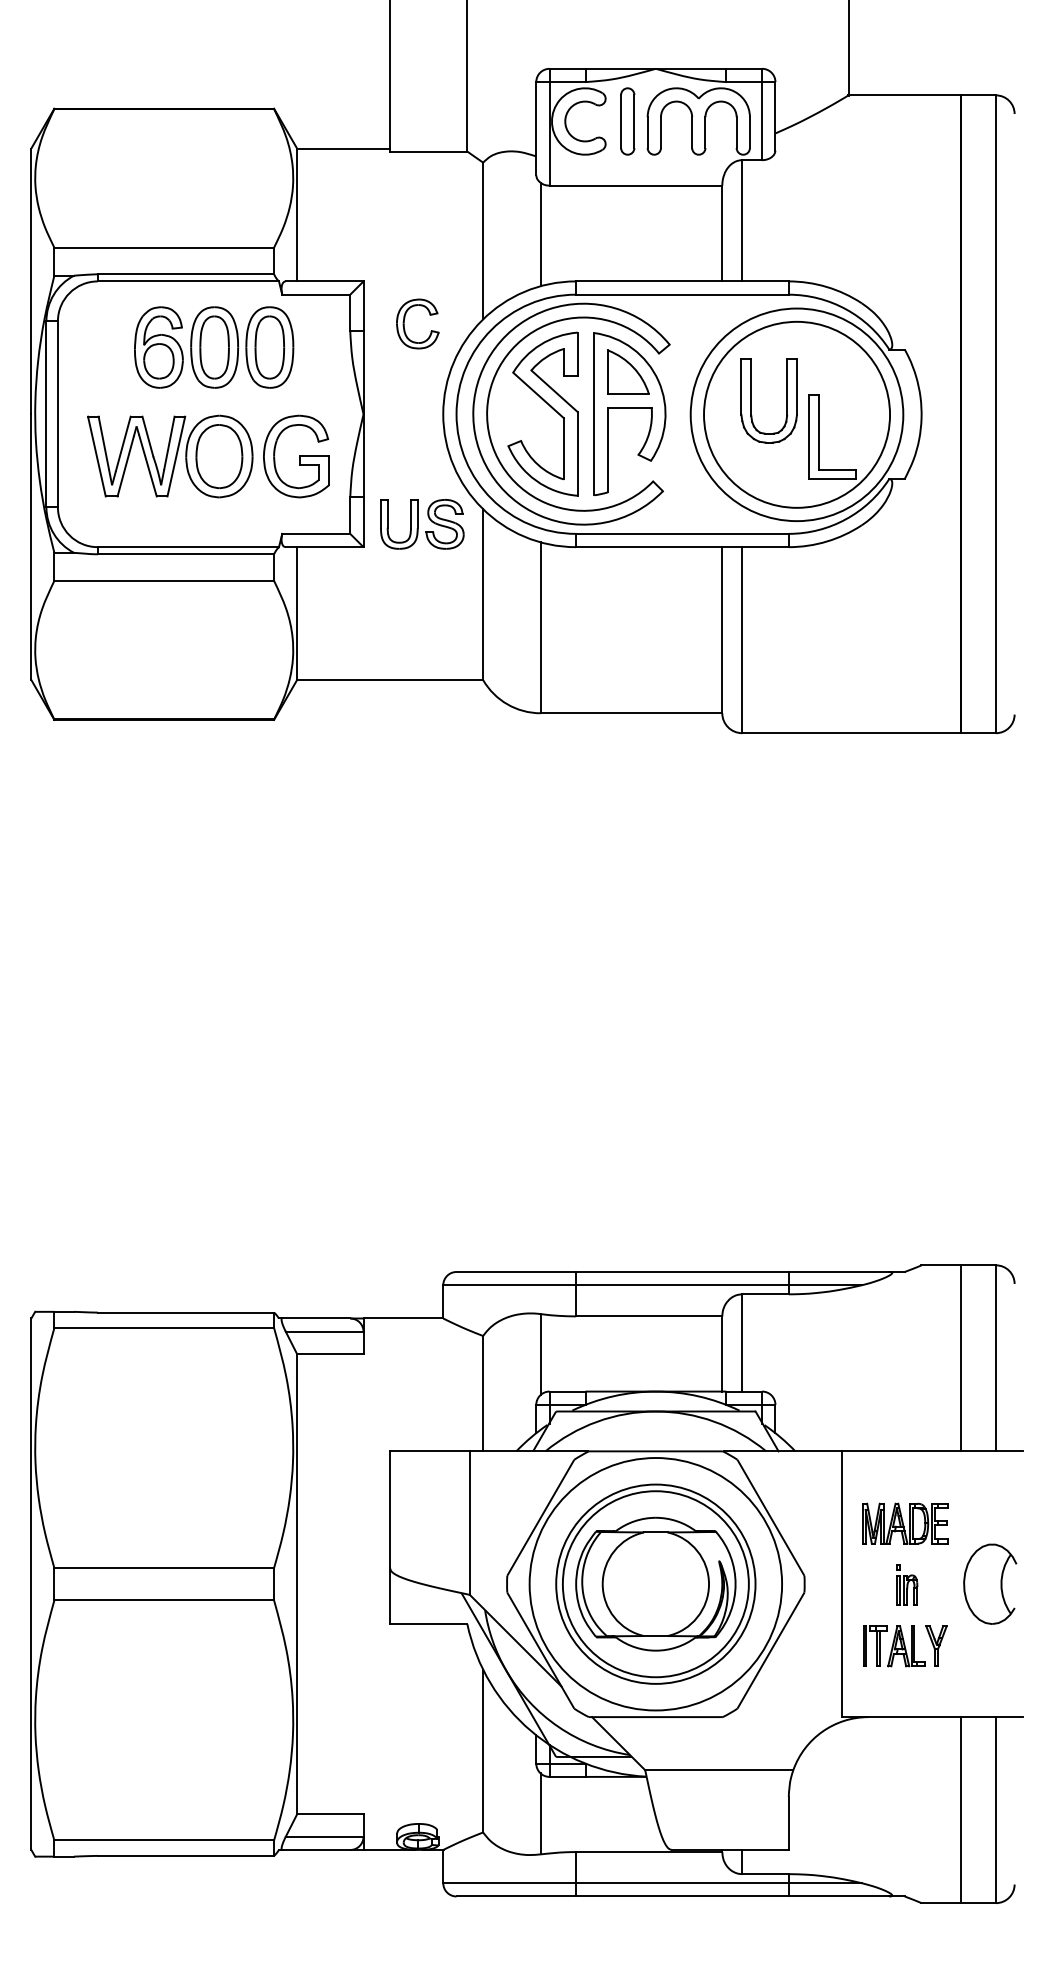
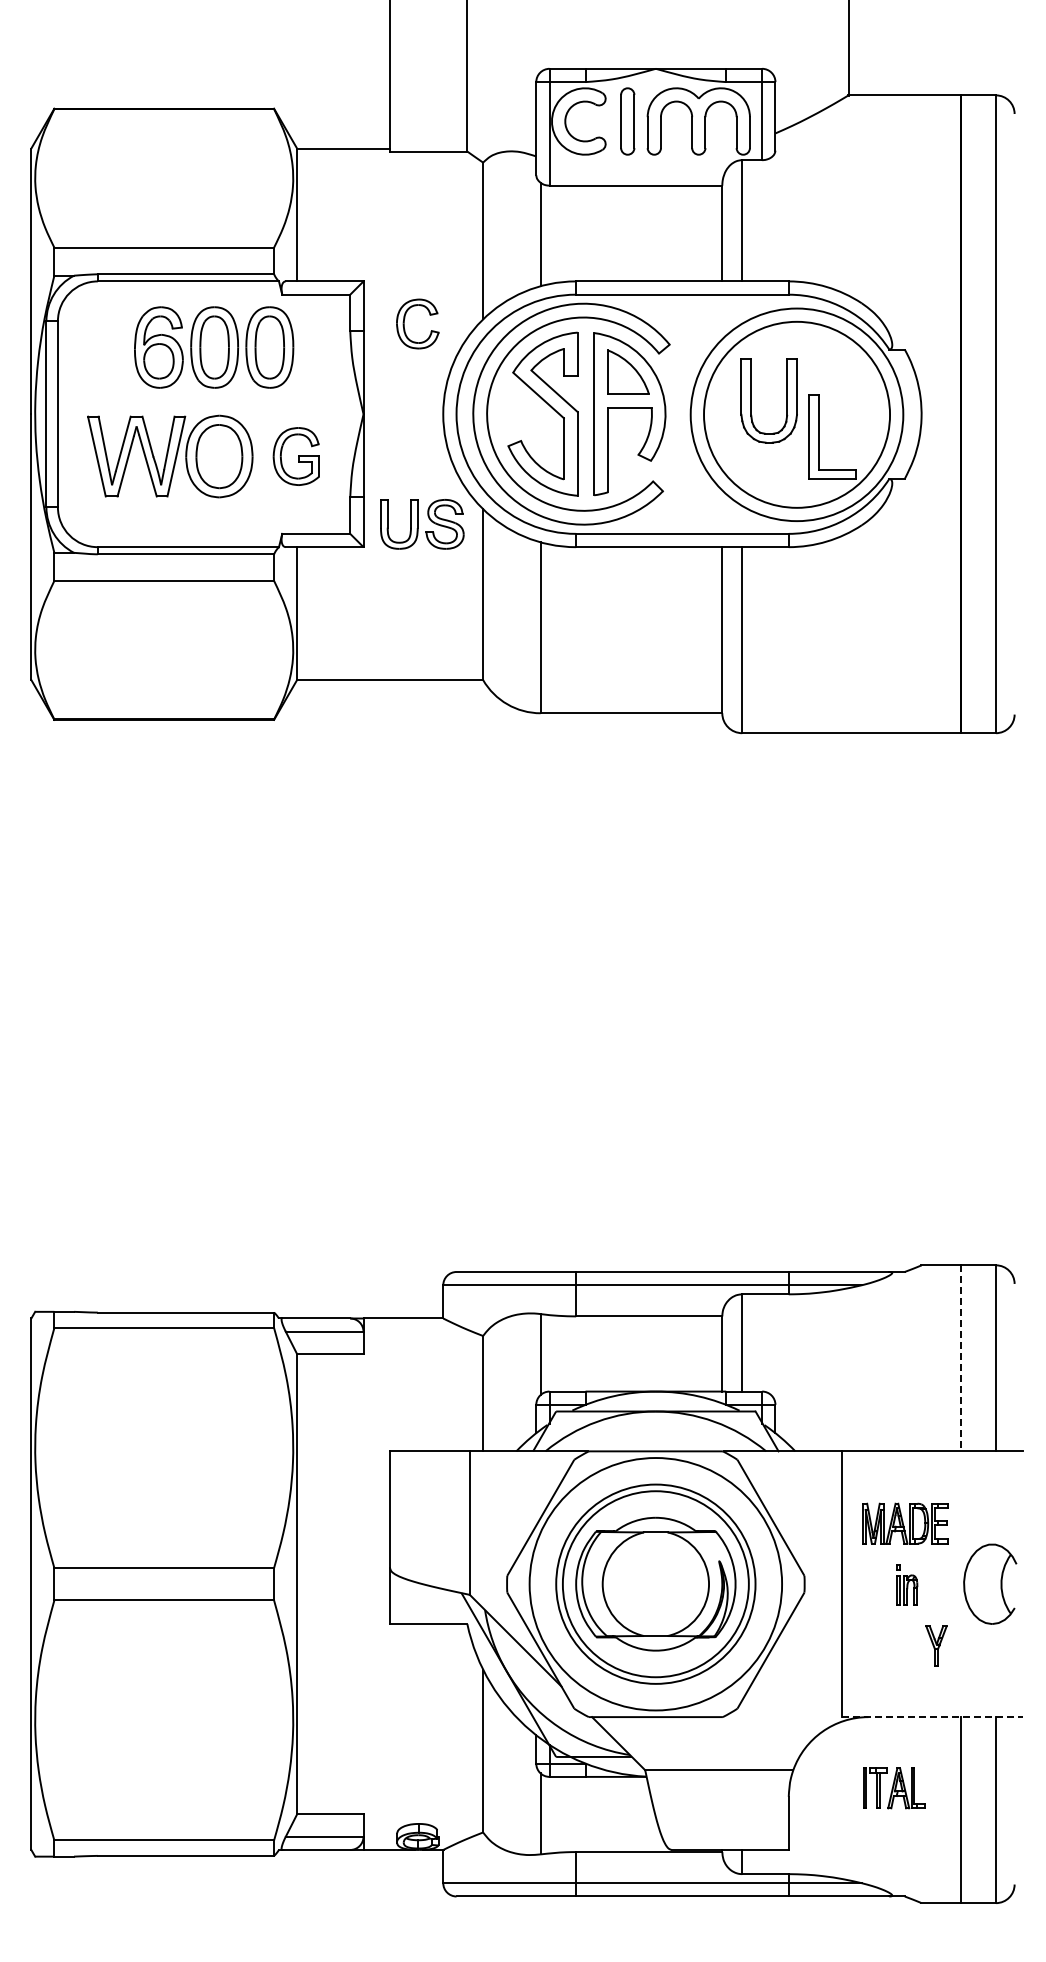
part at (296, 456) size: 67x85 px -> 48x59 px
line at (961, 1358): solid -> dashed
part at (894, 1646) position: (894, 1646) -> (894, 1788)
line at (932, 1717): solid -> dashed
